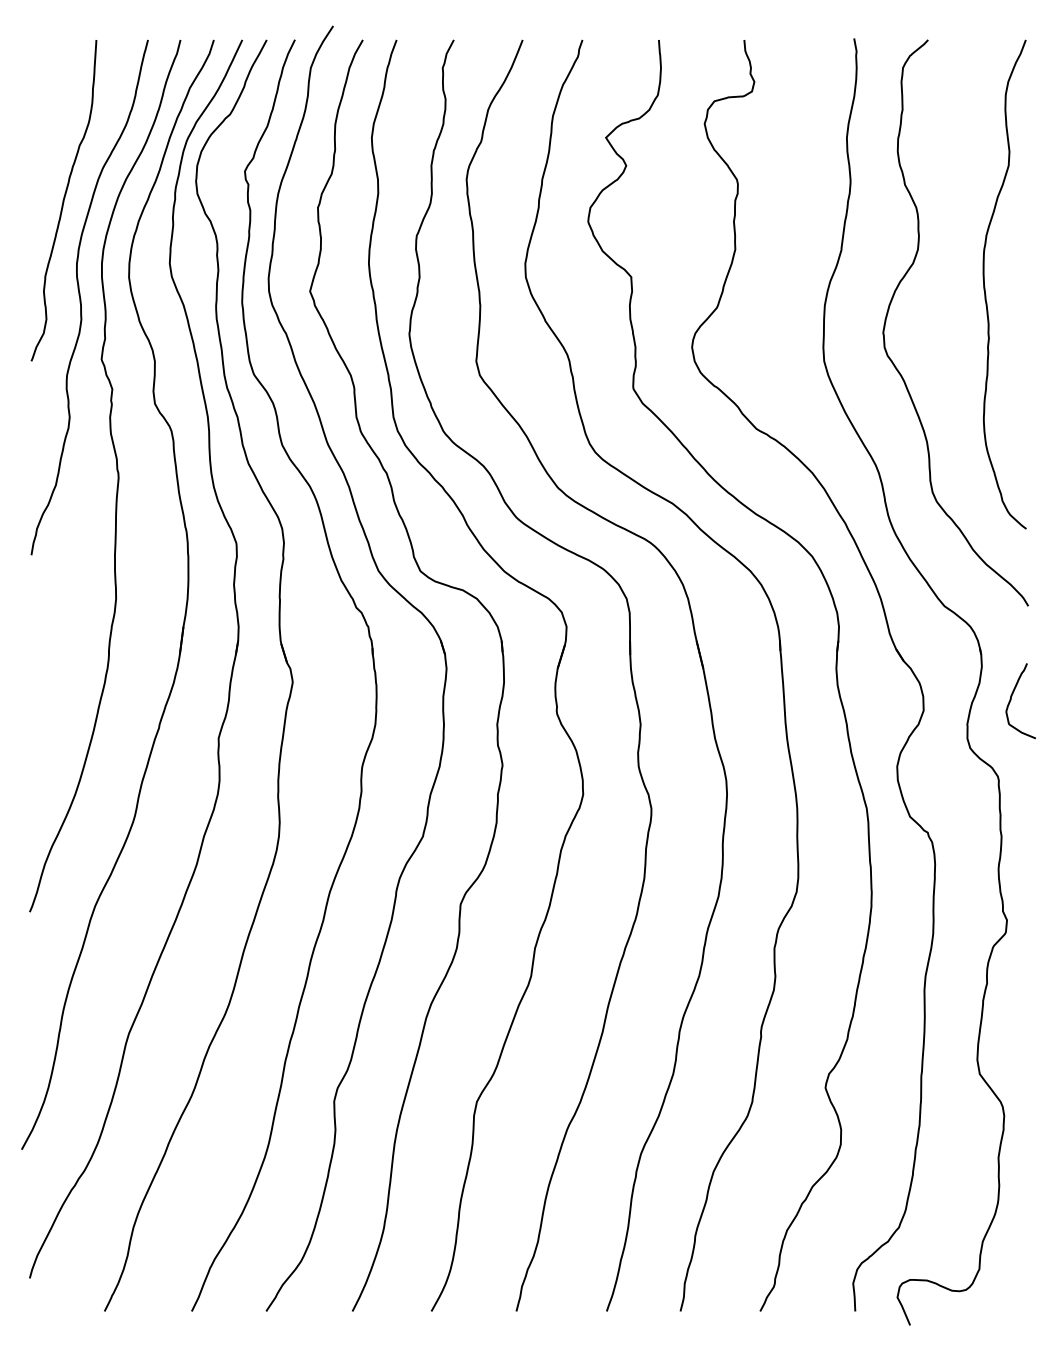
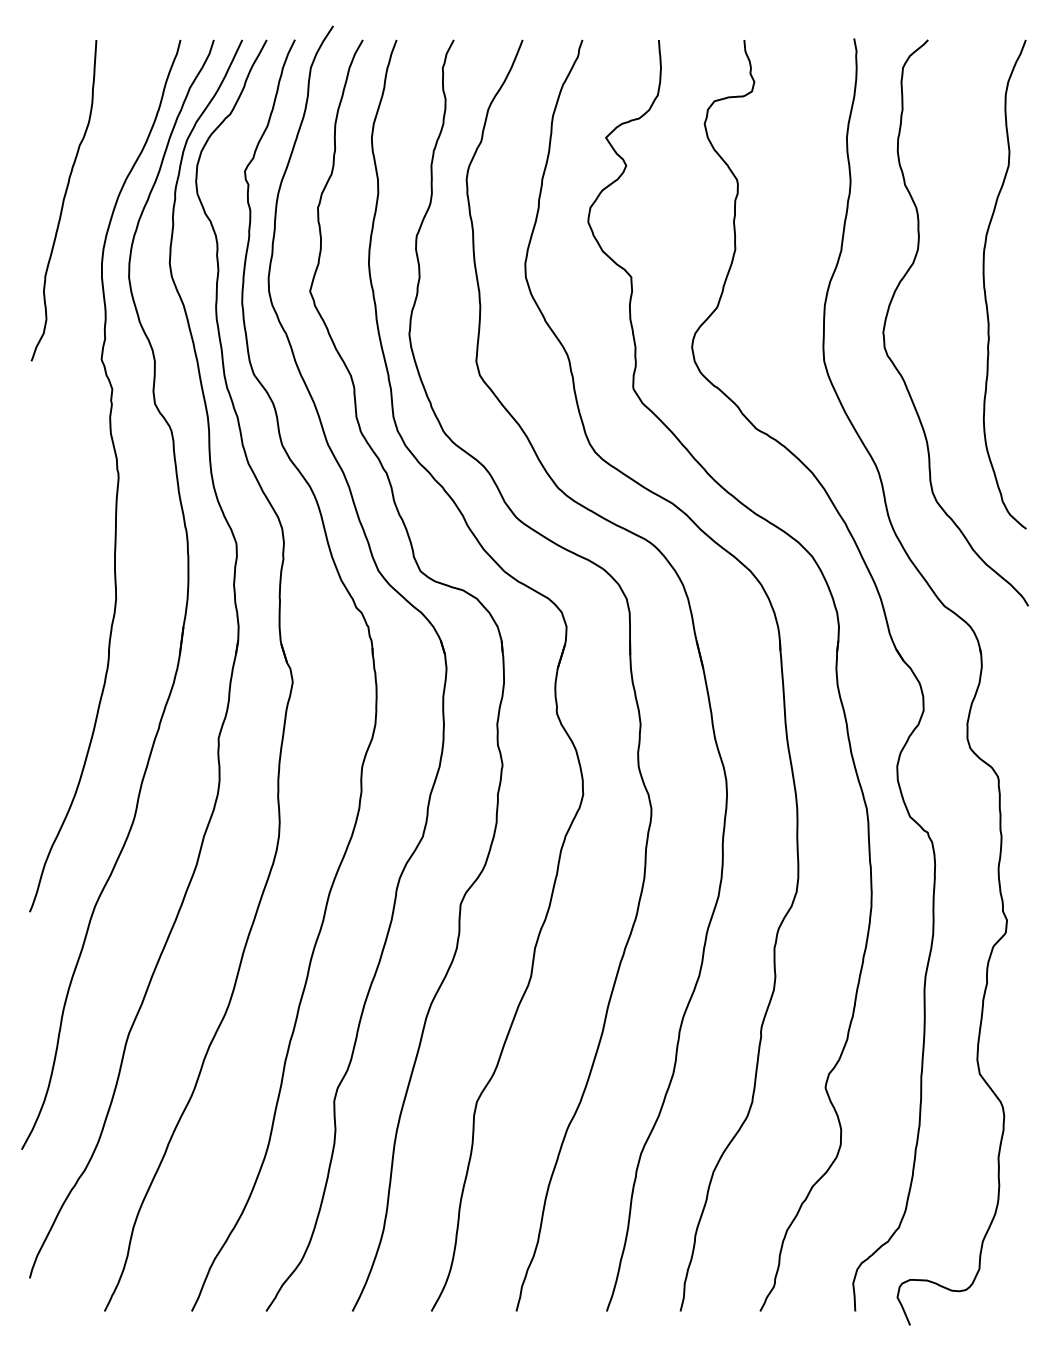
curve at (81, 298): present -> none
curve at (1011, 700): present -> none
